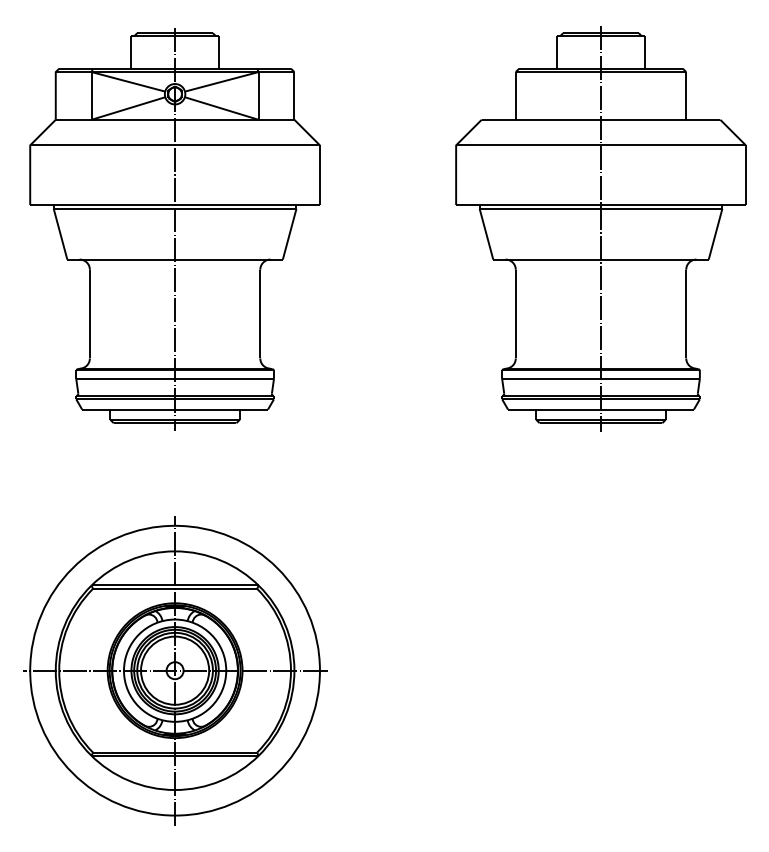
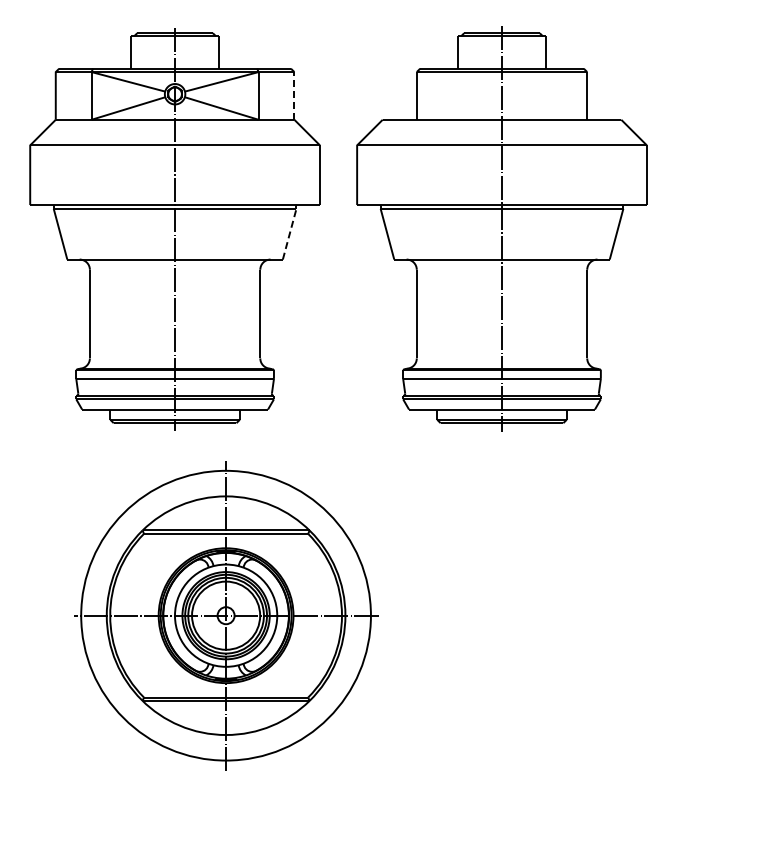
line at (294, 95): solid -> dashed
part at (600, 228) position: (600, 228) -> (501, 228)
line at (289, 233): solid -> dashed
part at (175, 670) position: (175, 670) -> (226, 615)
